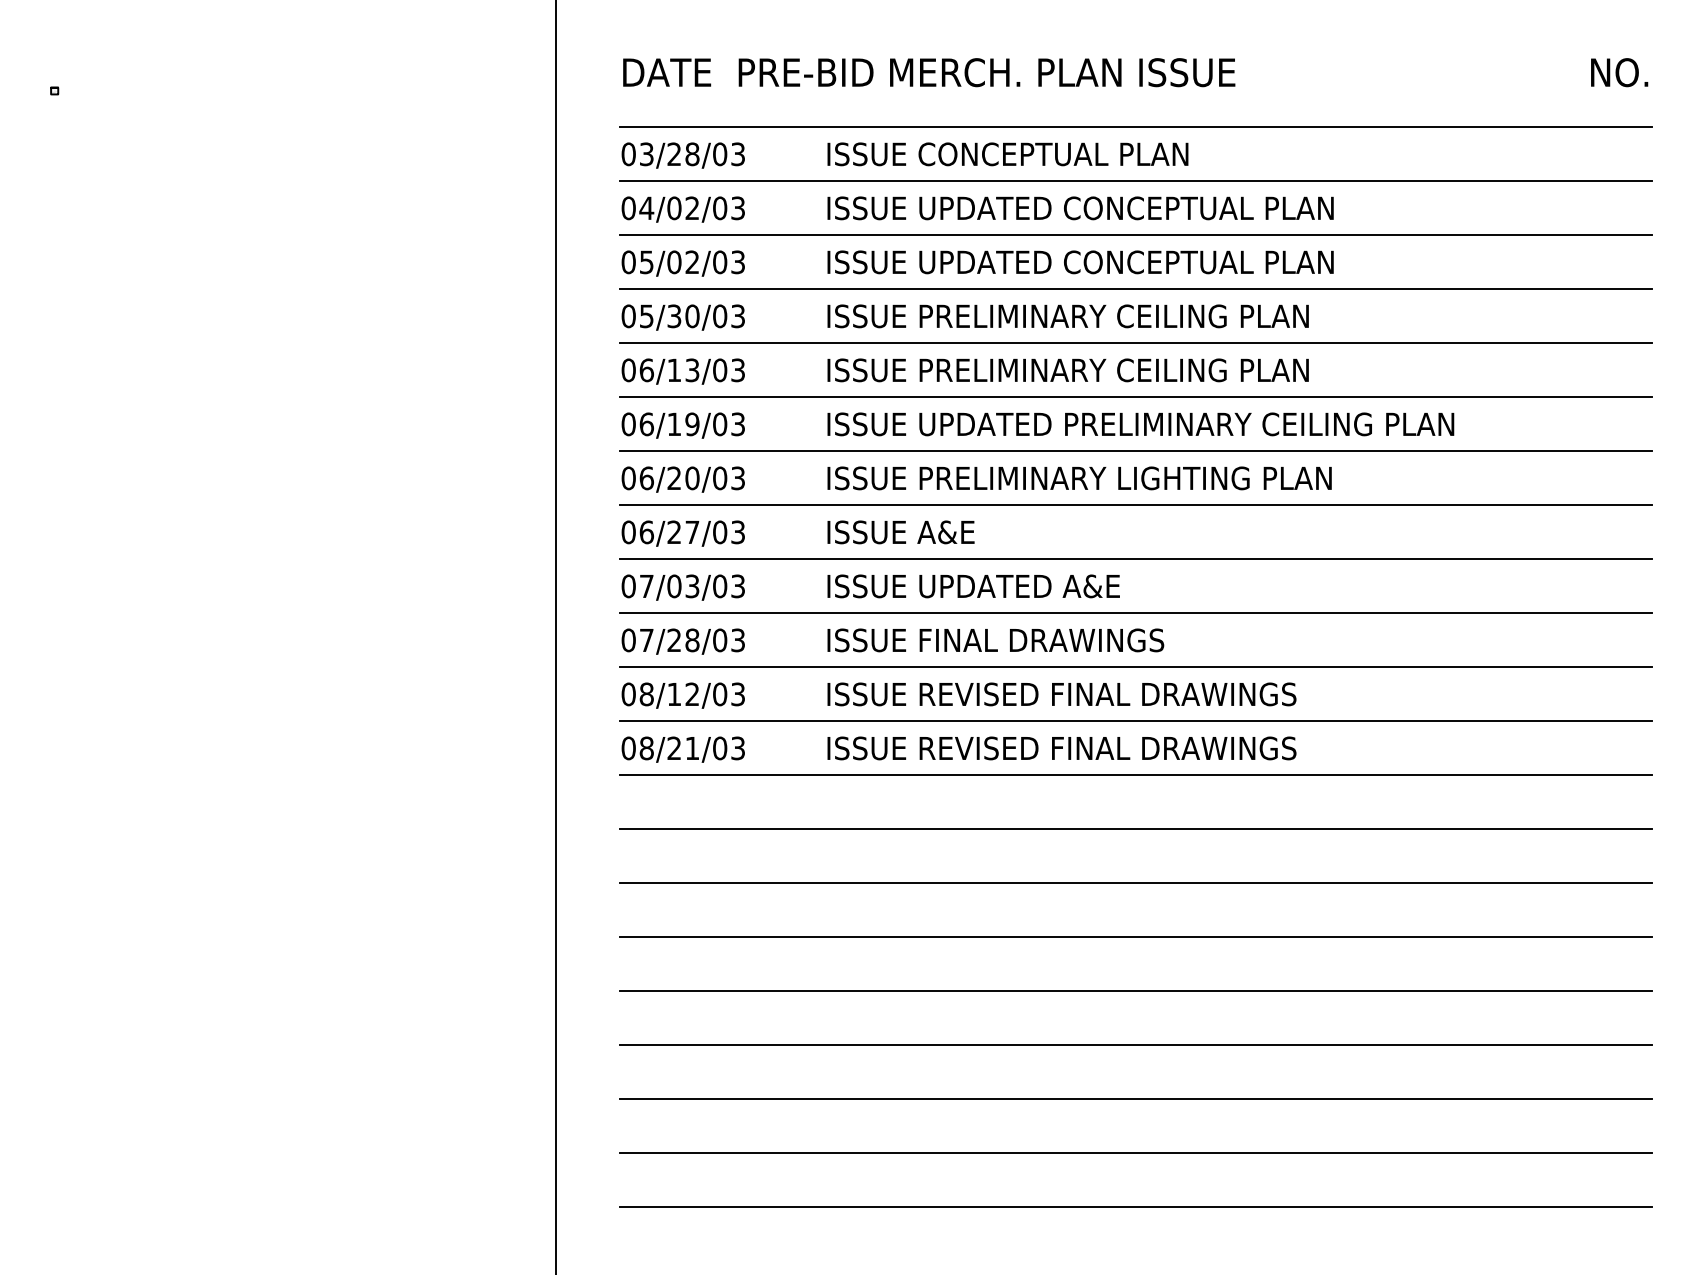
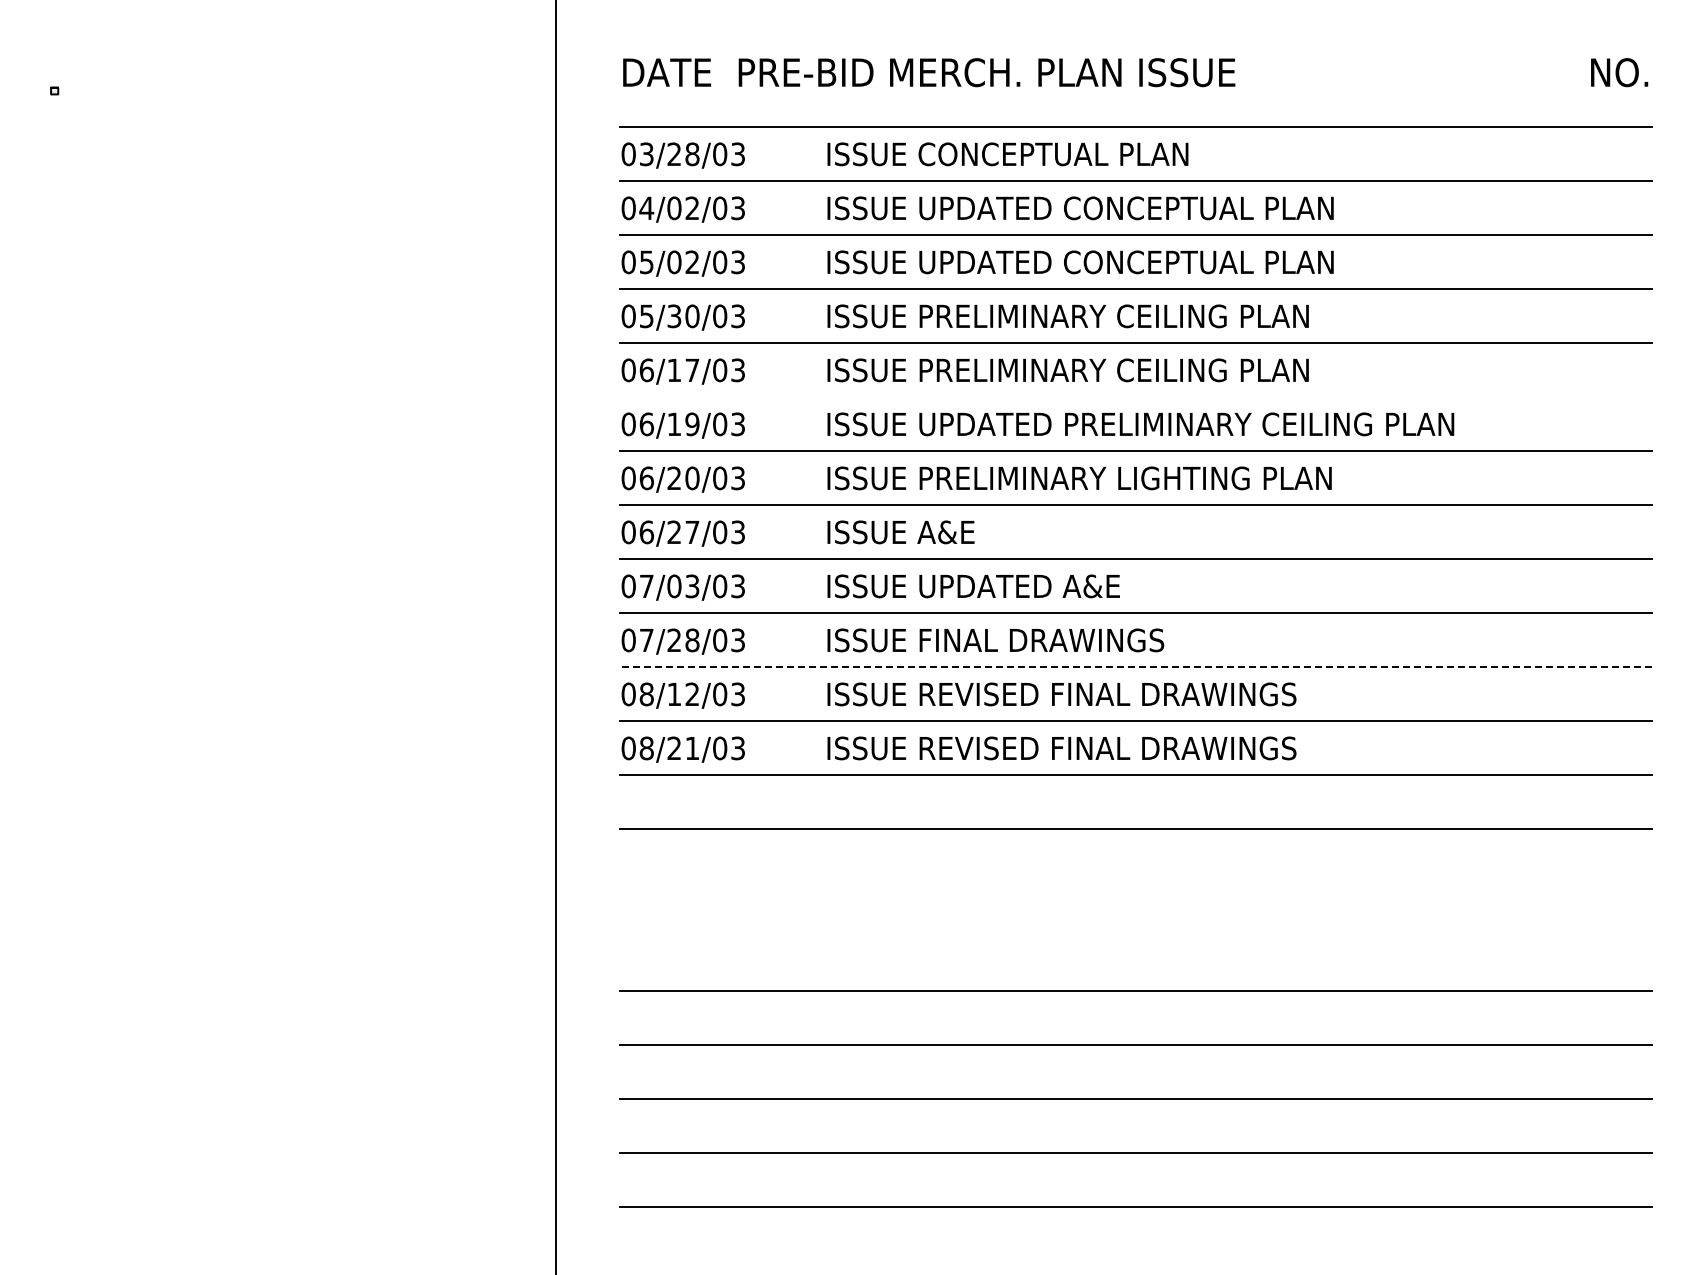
text at (692, 370): 06/13/03 -> 06/17/03
line at (1135, 396): present -> none
line at (1135, 666): solid -> dashed
line at (1135, 882): present -> none
line at (1135, 936): present -> none
